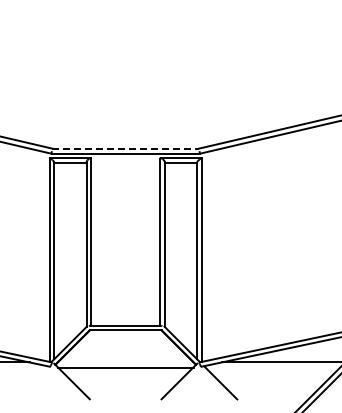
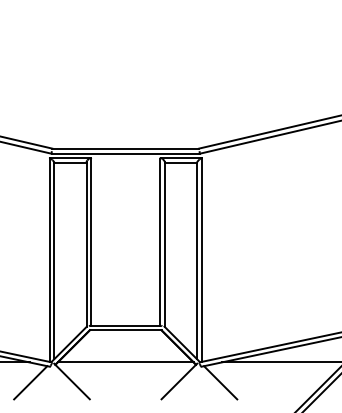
line at (126, 148): dashed -> solid
line at (125, 368) position: (125, 368) -> (125, 362)
line at (30, 382): none -> present
